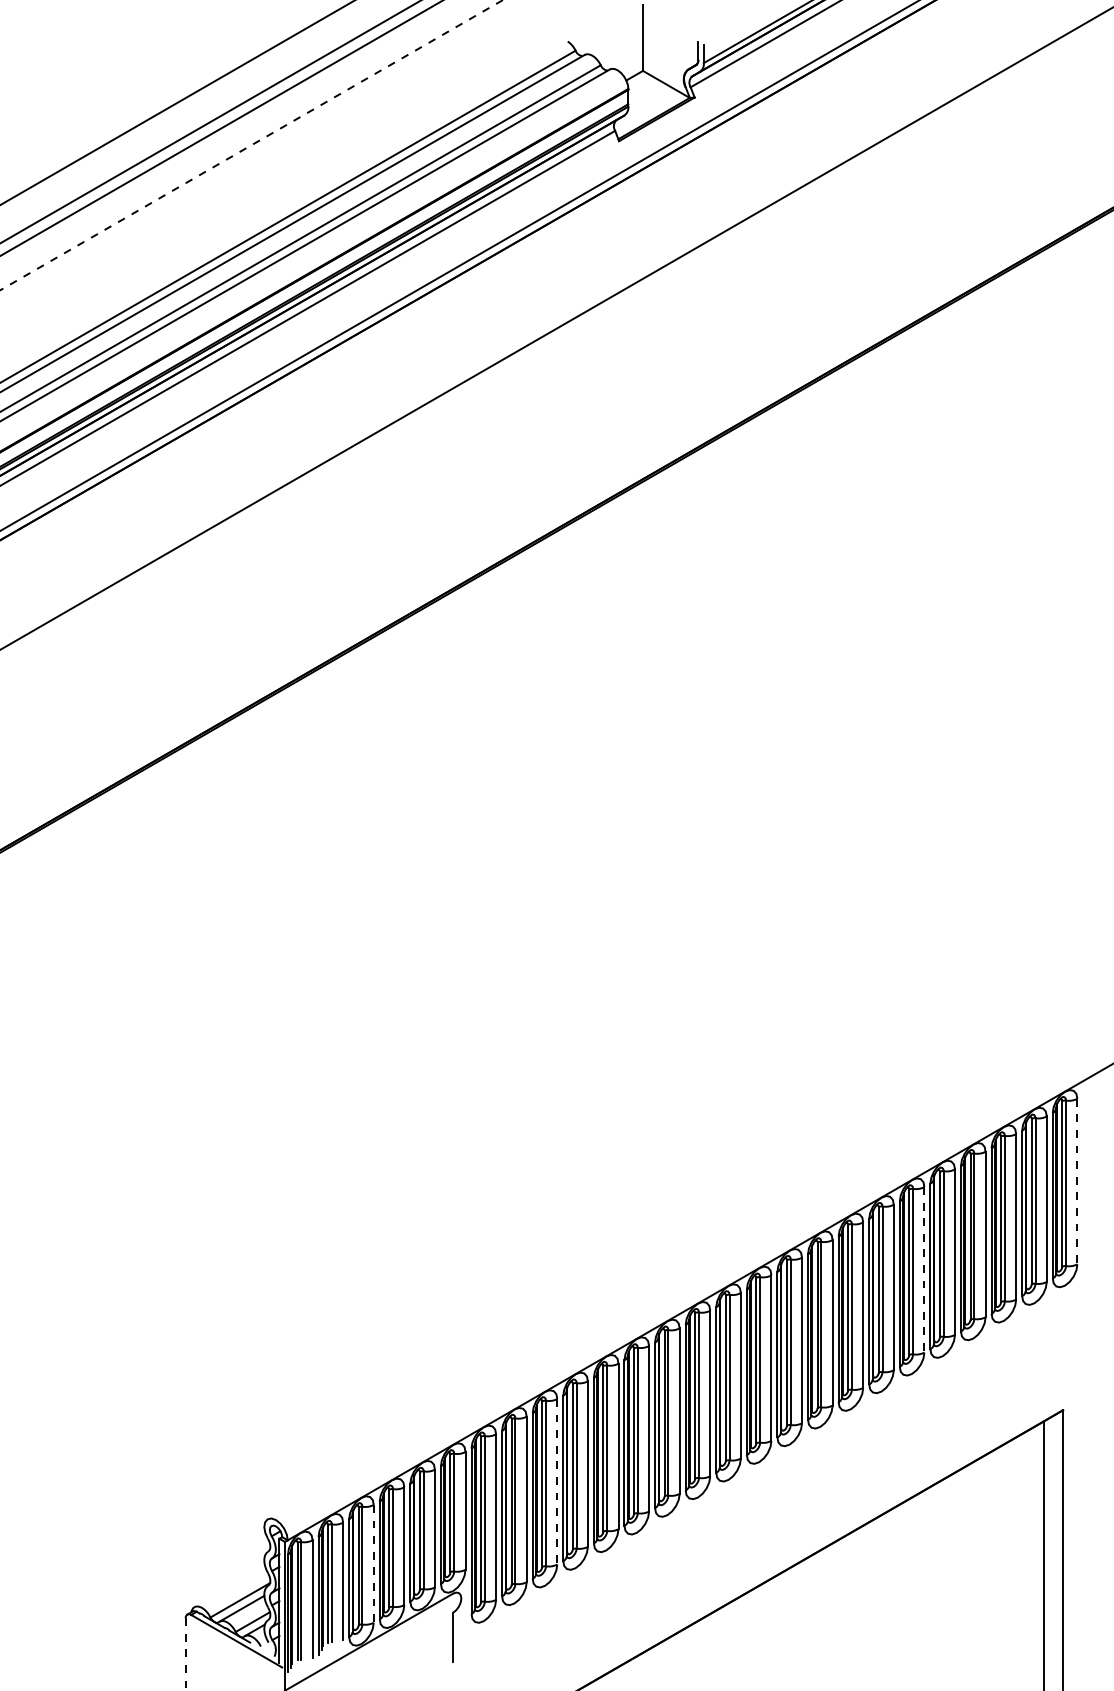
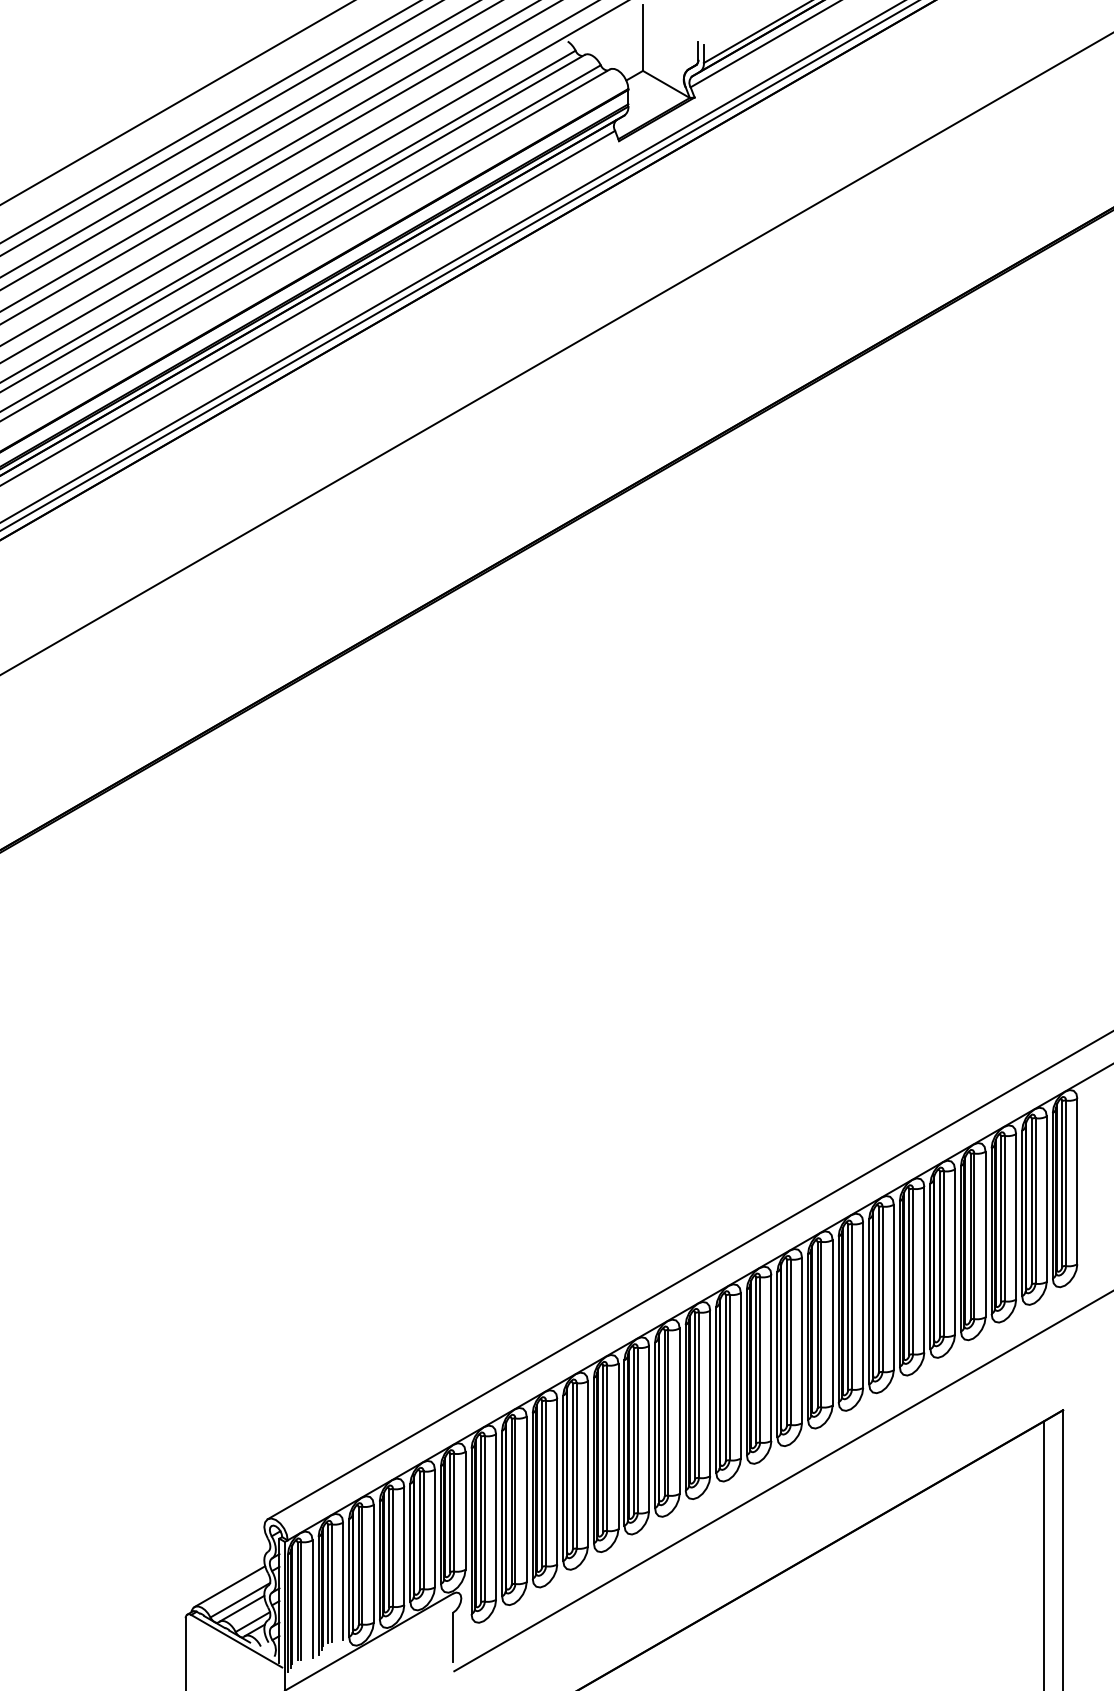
line at (239, 139): none -> present
line at (251, 145): dashed -> solid
line at (269, 156): none -> present
line at (280, 162): none -> present
line at (299, 173): none -> present
line at (313, 182): none -> present
line at (452, 261): none -> present
line at (556, 328) position: (556, 328) -> (556, 354)
line at (1077, 1181): dashed -> solid
line at (924, 1269): dashed -> solid
line at (688, 1275): none -> present
line at (557, 1481): dashed -> solid
line at (782, 1481): none -> present
line at (373, 1563): dashed -> solid
line at (229, 1586): none -> present
line at (185, 1654): dashed -> solid
